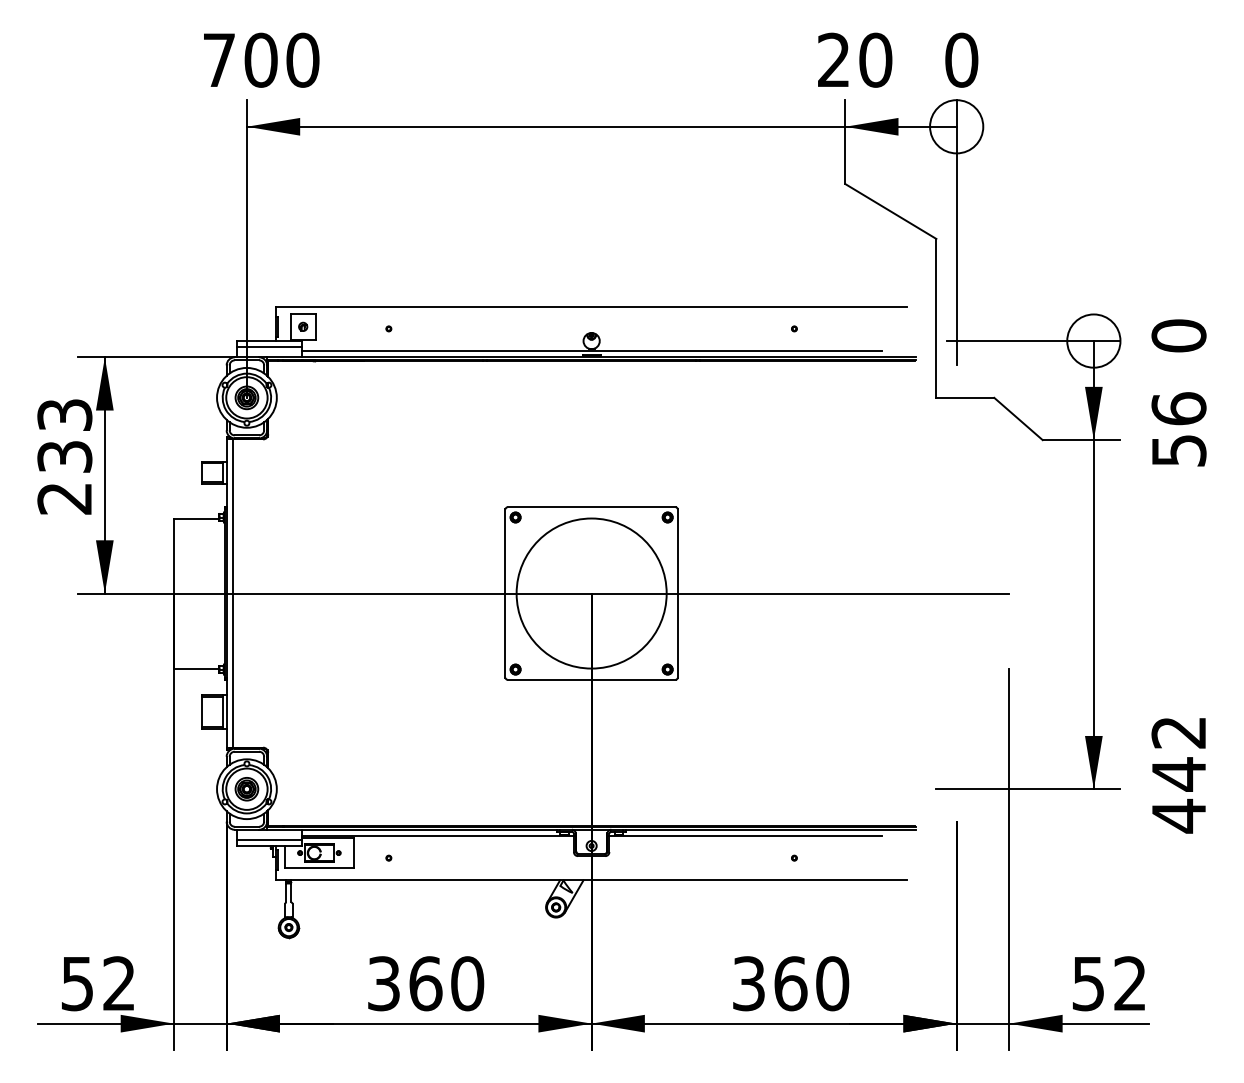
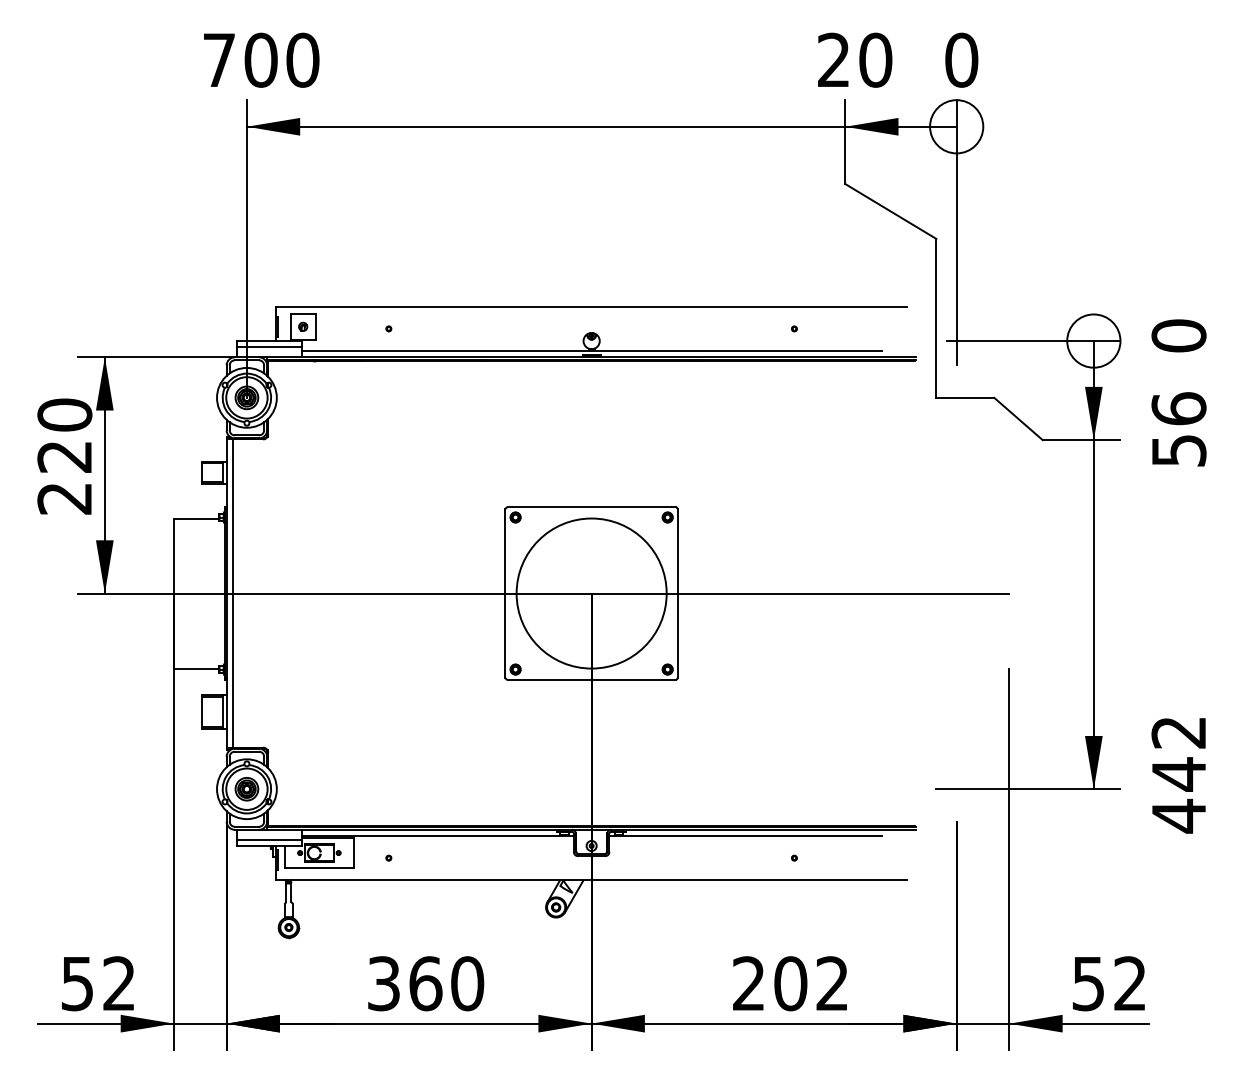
text at (64, 435): 233 -> 220
text at (791, 983): 360 -> 202
